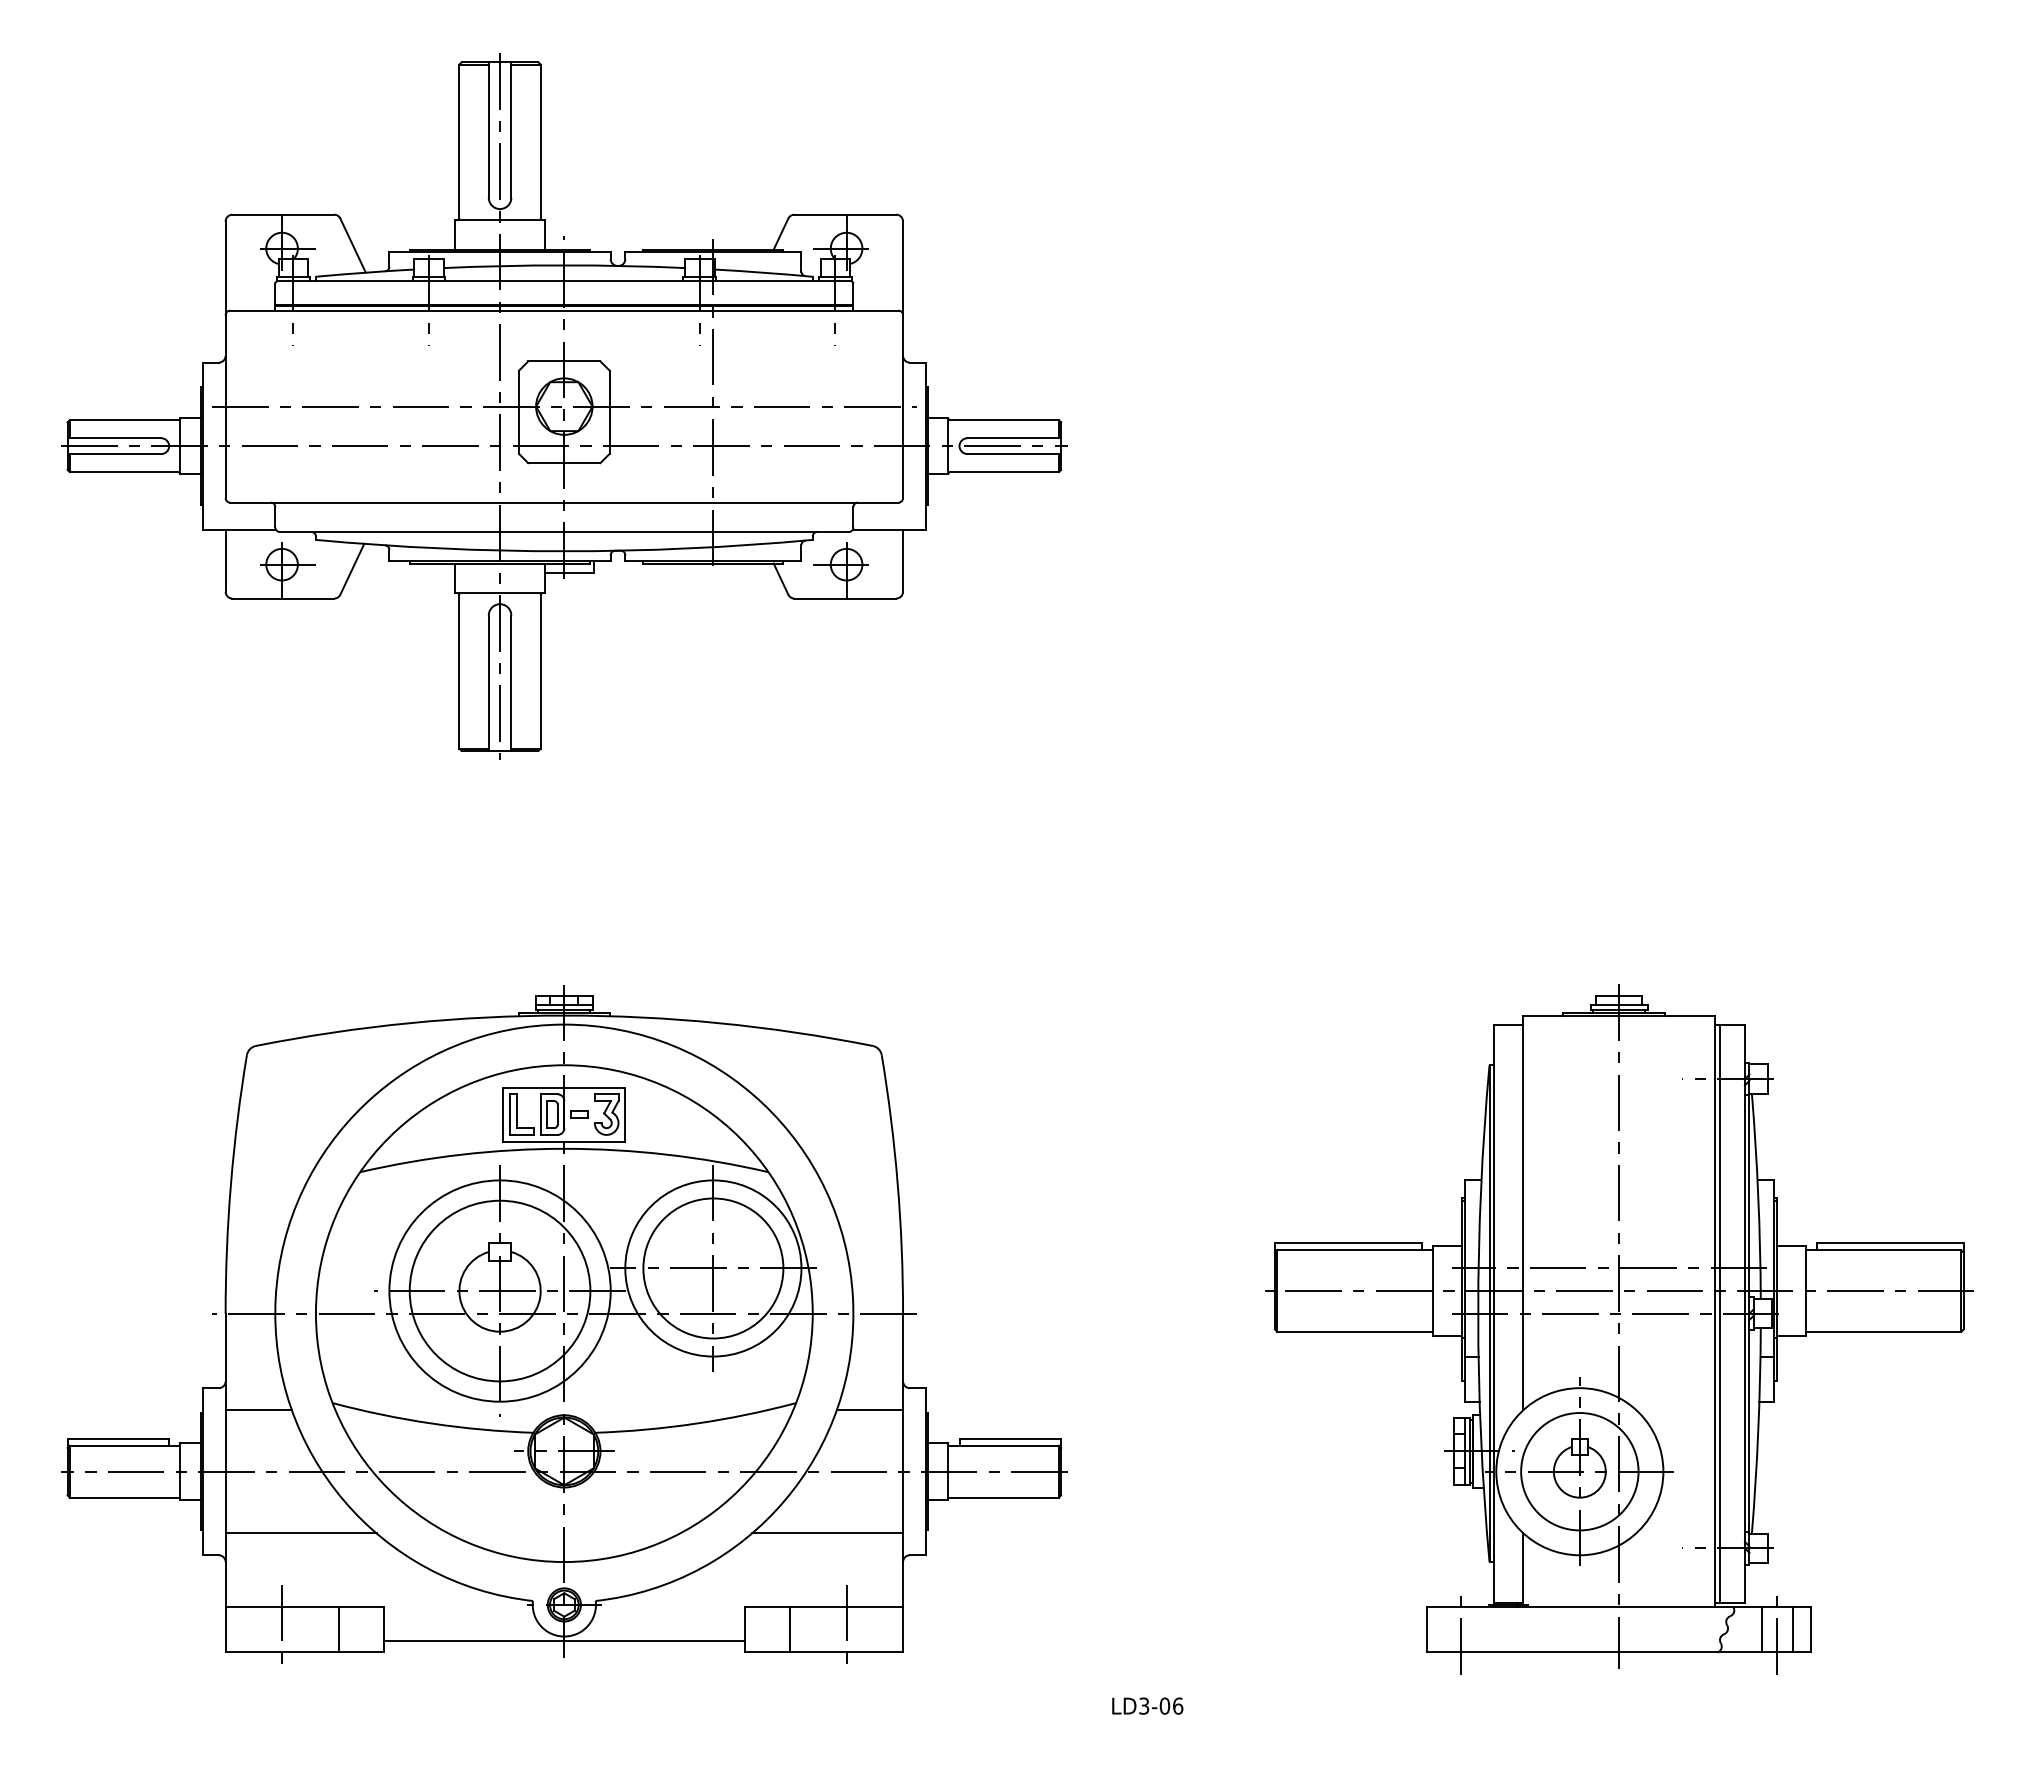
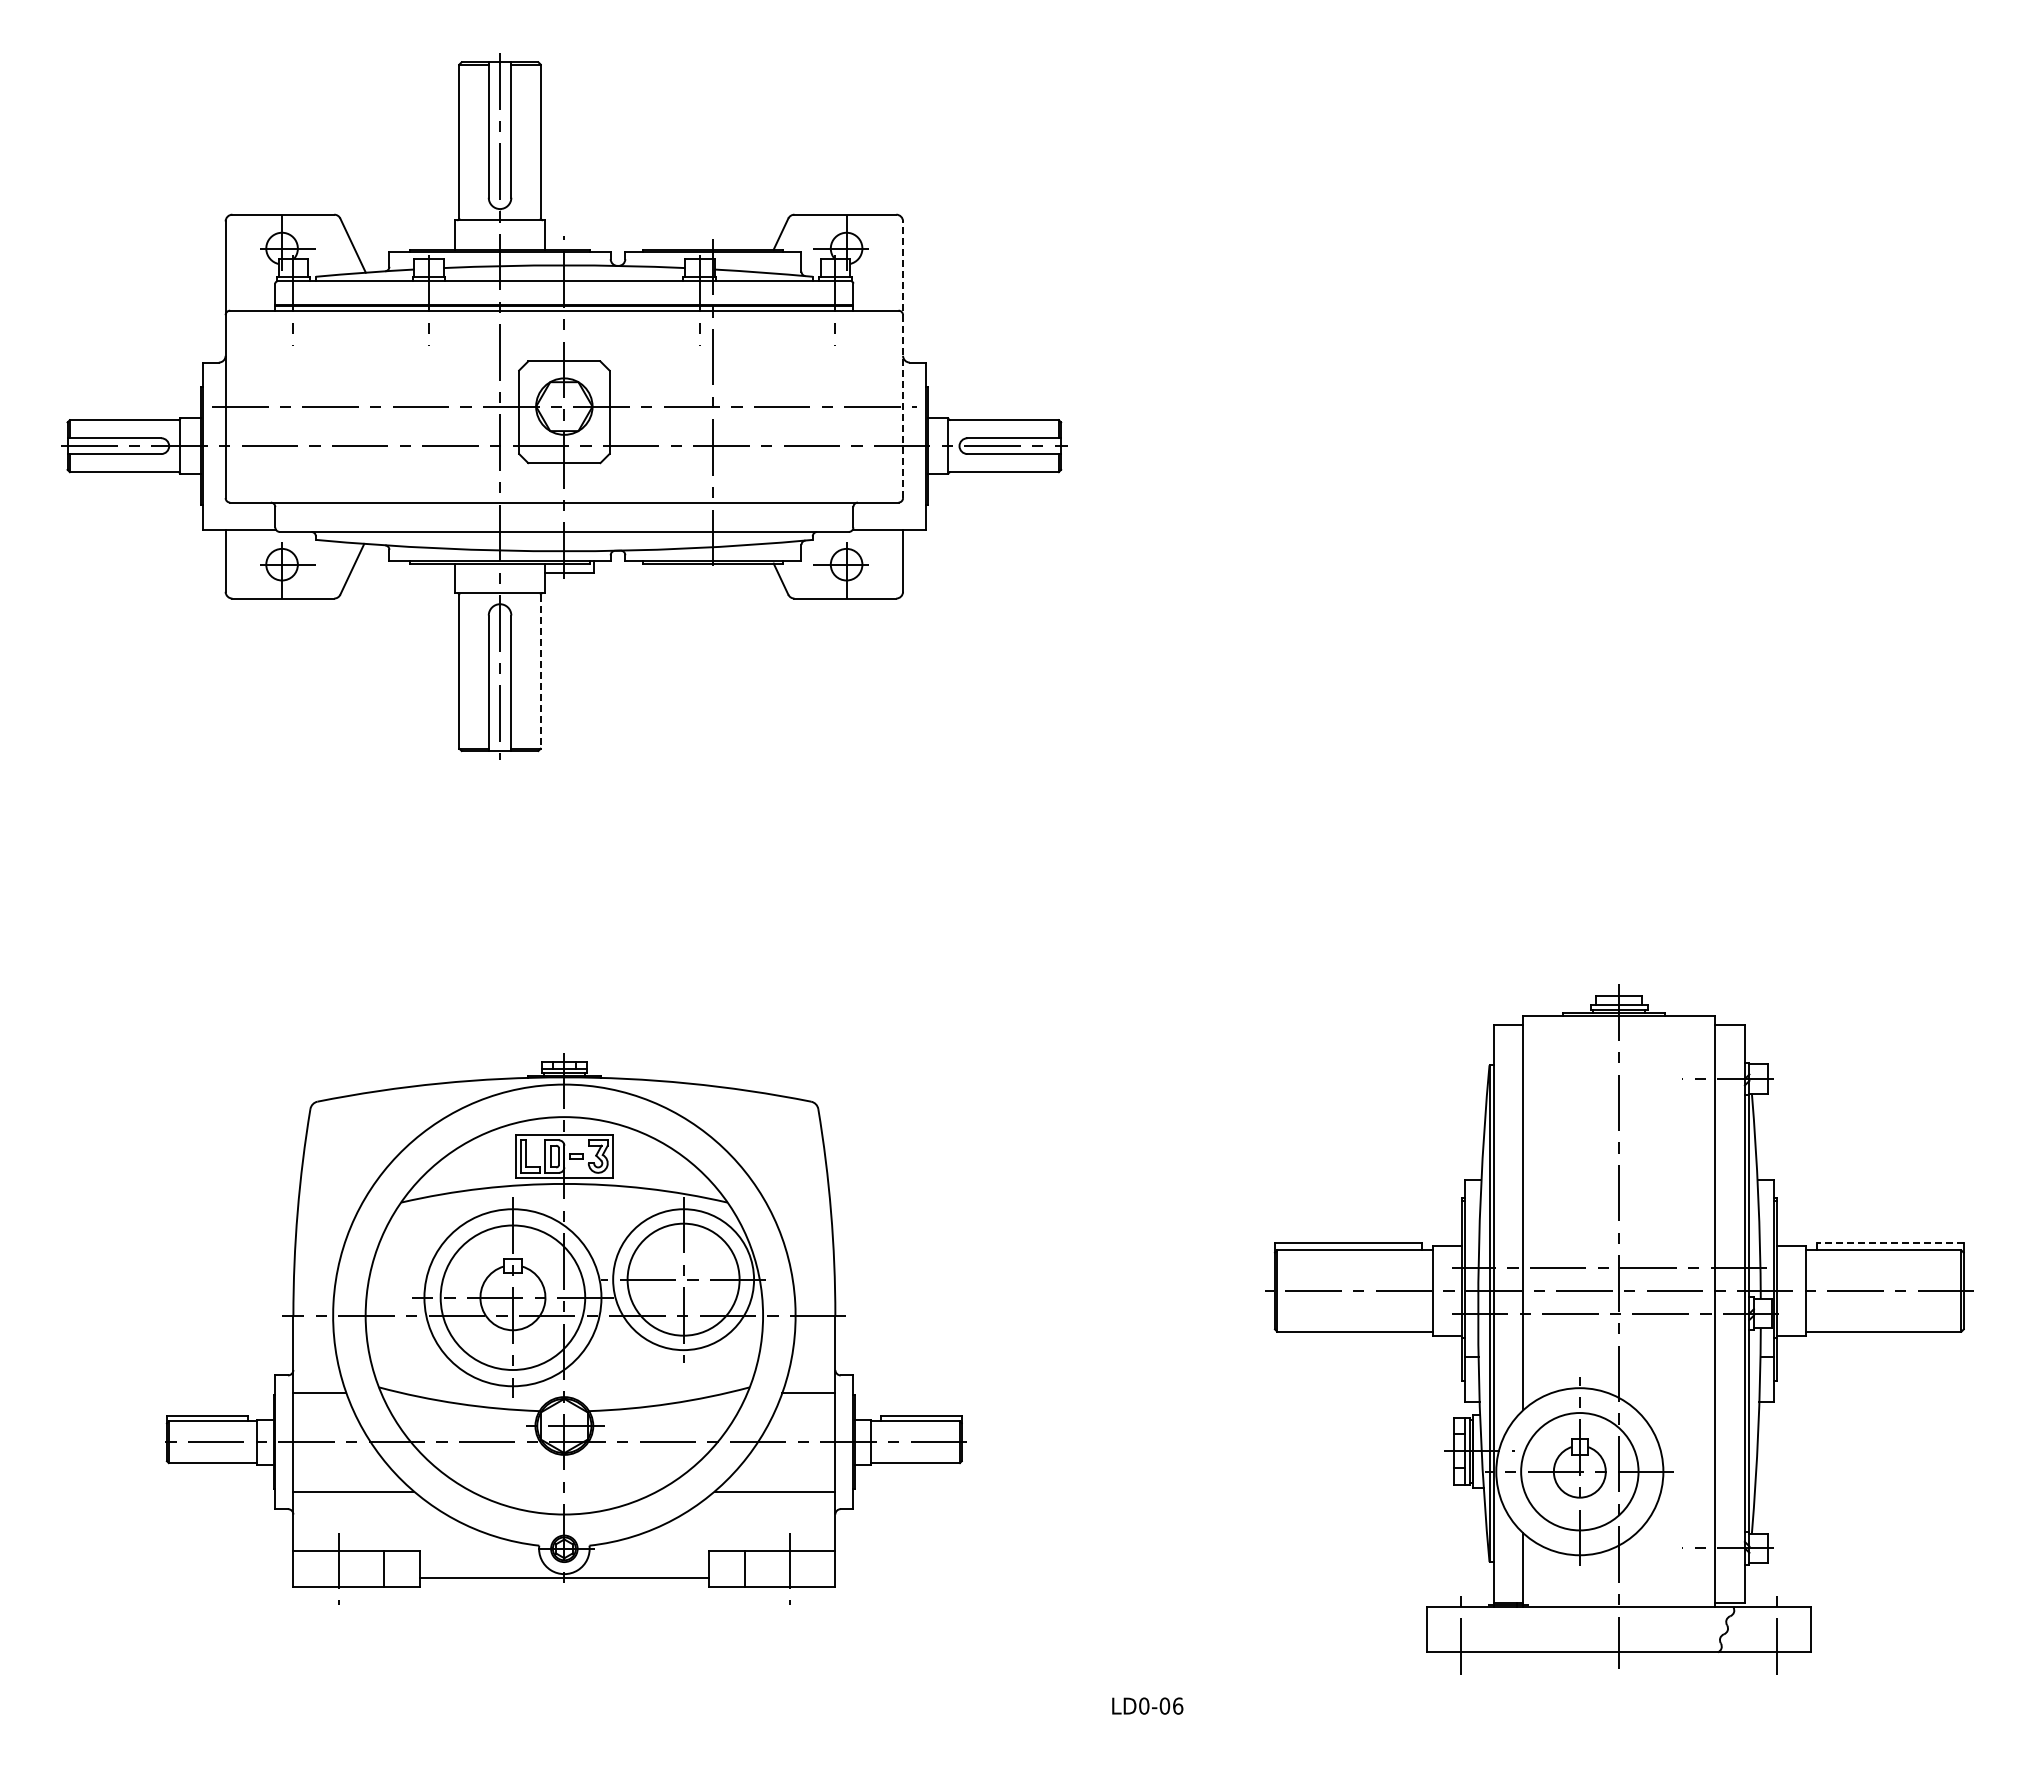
line at (903, 359): solid -> dashed
line at (540, 671): solid -> dashed
line at (1889, 1242): solid -> dashed
line at (1719, 1313): present -> none
part at (564, 1324) size: 1007x679 px -> 802x536 px
line at (1761, 1629): present -> none
line at (1793, 1629): present -> none
text at (1144, 1705): LD3-06 -> LD0-06
